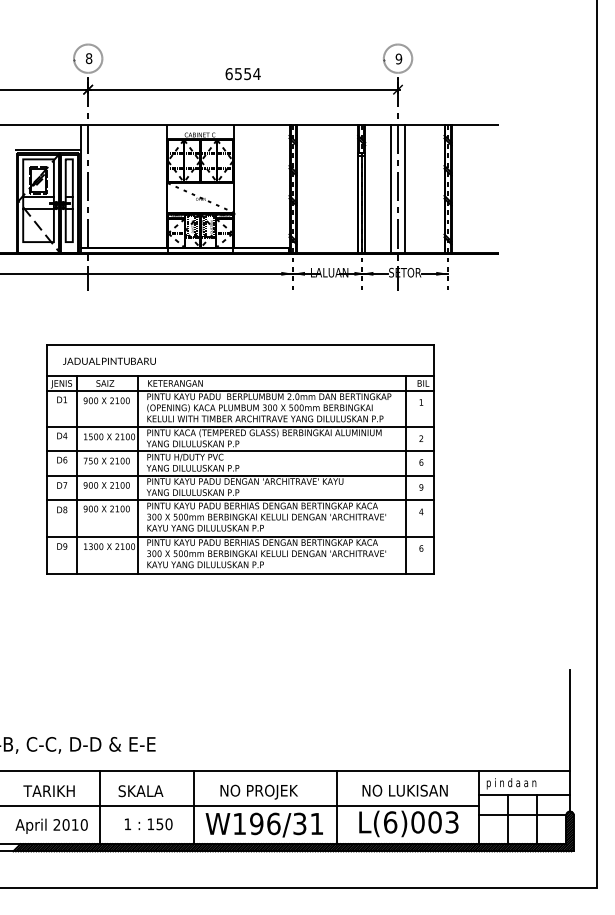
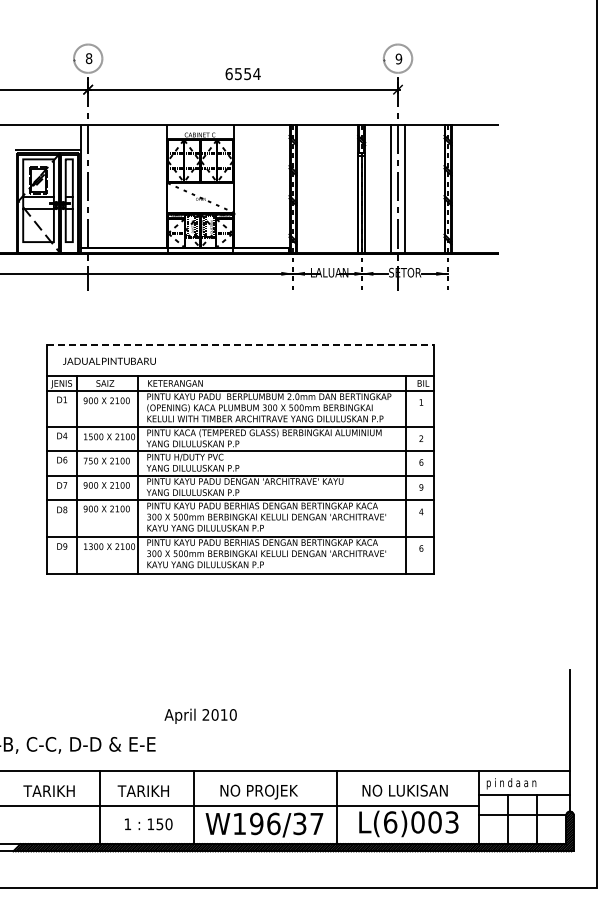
line at (240, 345): solid -> dashed
text at (142, 791): SKALA -> TARIKH
text at (316, 823): W196/31 -> W196/37
text at (51, 825) position: (51, 825) -> (200, 715)
